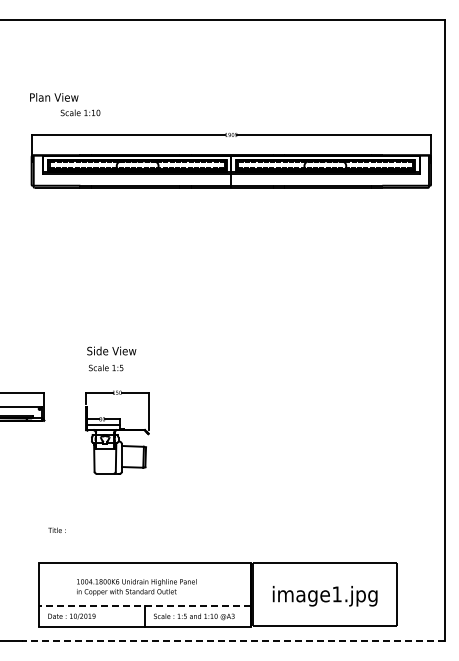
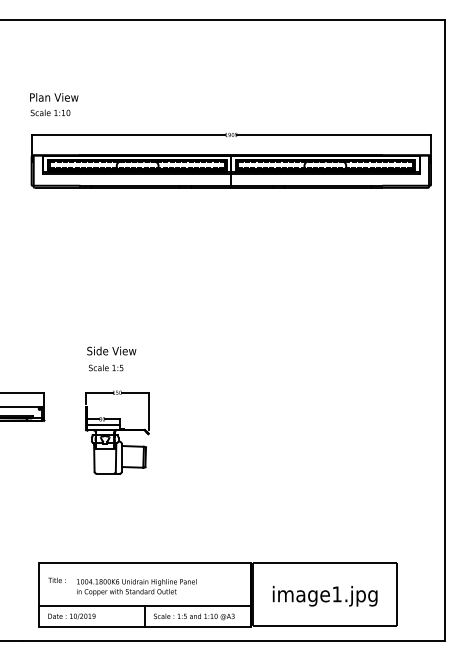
text at (80, 112) position: (80, 112) -> (50, 112)
text at (56, 529) position: (56, 529) -> (56, 579)
line at (145, 605): dashed -> solid
line at (233, 641): dashed -> solid
